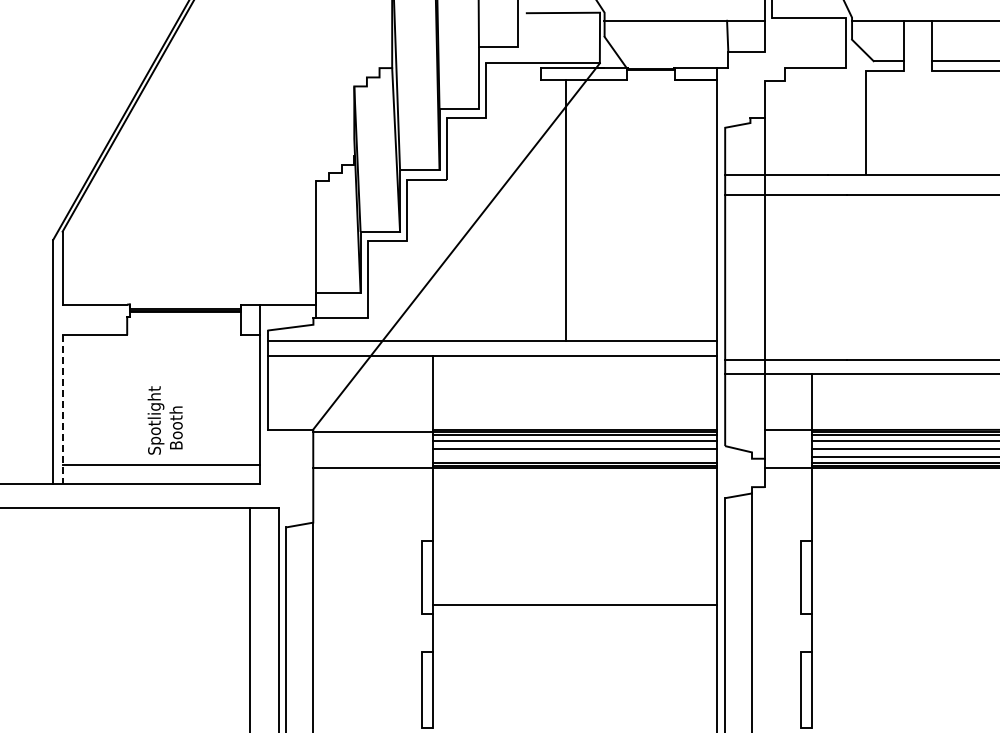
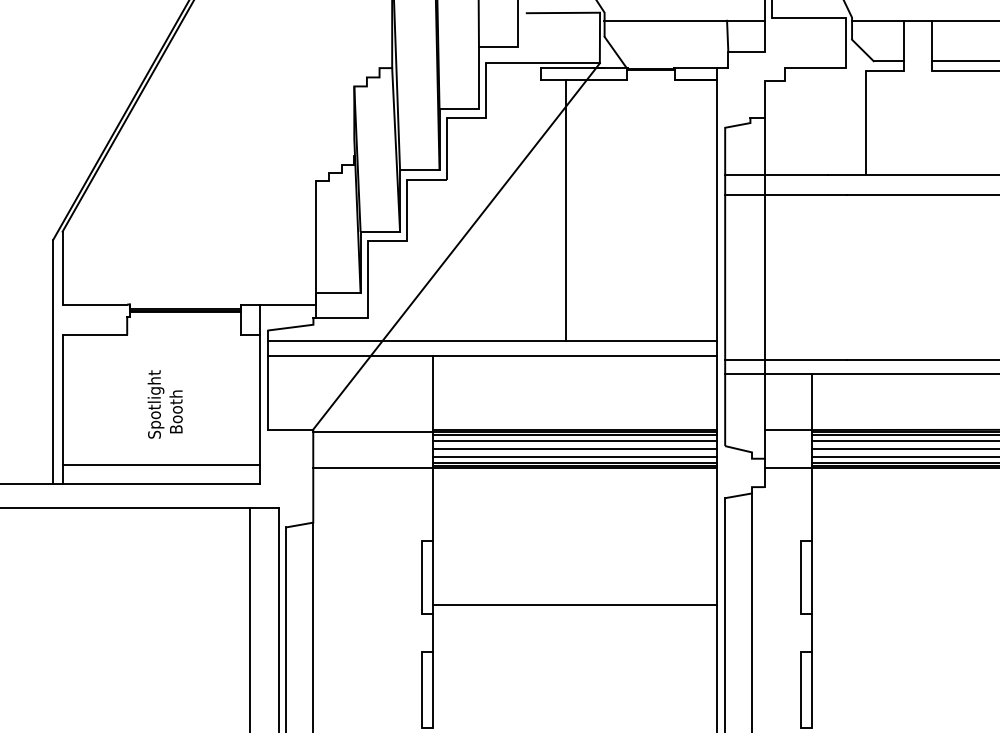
line at (62, 409): dashed -> solid
text at (164, 420) position: (164, 420) -> (164, 404)
line at (575, 456): none -> present
